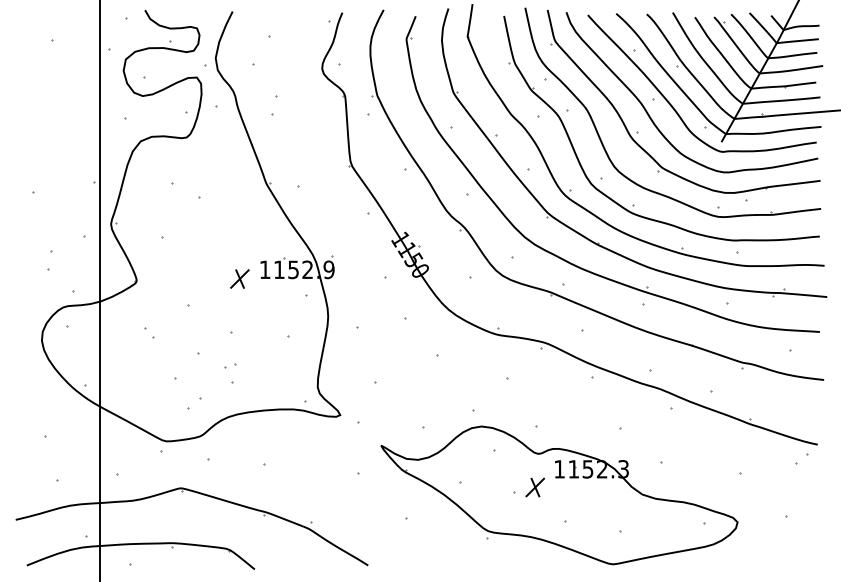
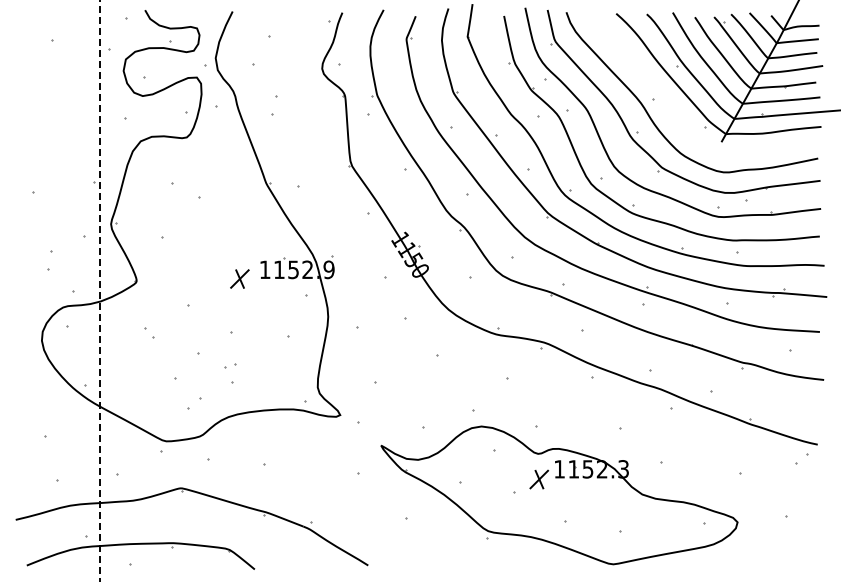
part at (673, 106): present -> none
line at (100, 291): solid -> dashed
part at (535, 487) position: (535, 487) -> (539, 479)
